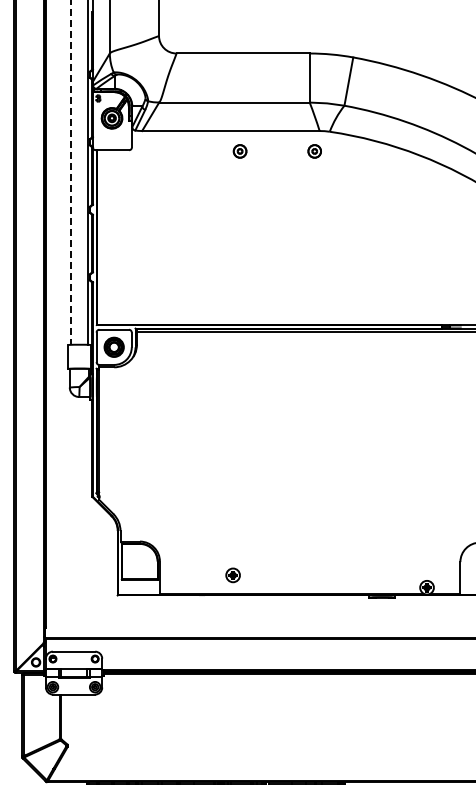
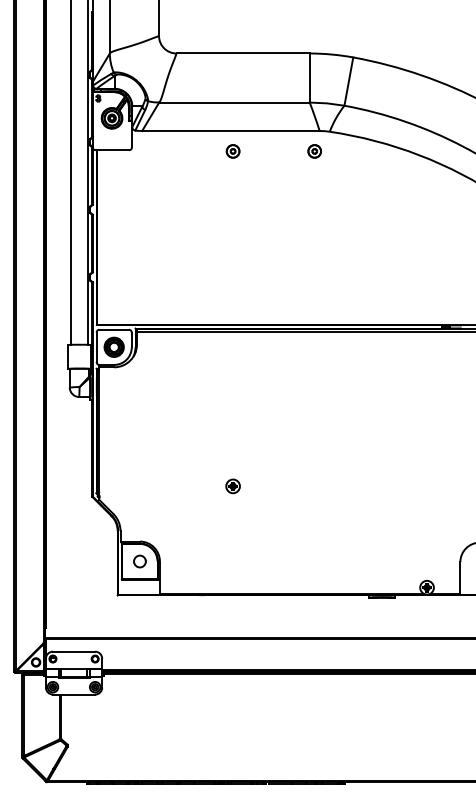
part at (239, 151) position: (239, 151) -> (232, 151)
line at (71, 172): dashed -> solid
part at (139, 561): none -> present
part at (232, 575) position: (232, 575) -> (232, 486)
